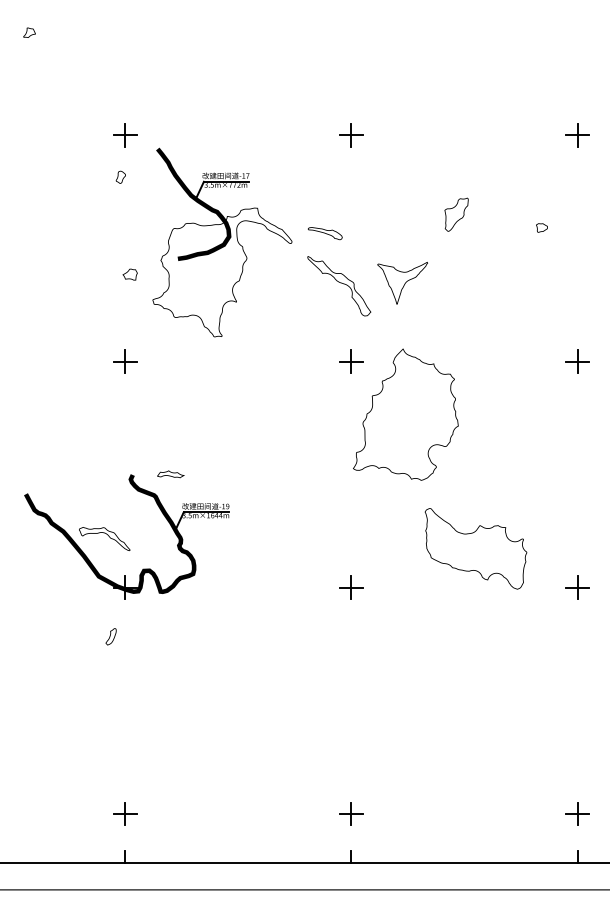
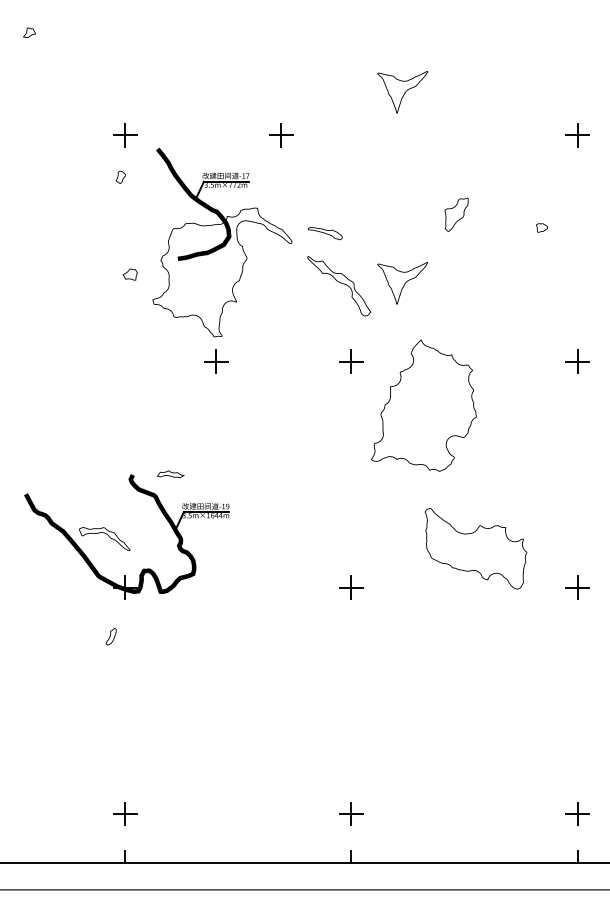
part at (402, 92): none -> present
part at (351, 135) position: (351, 135) -> (281, 135)
part at (125, 361) position: (125, 361) -> (216, 361)
part at (405, 414) position: (405, 414) -> (423, 405)
